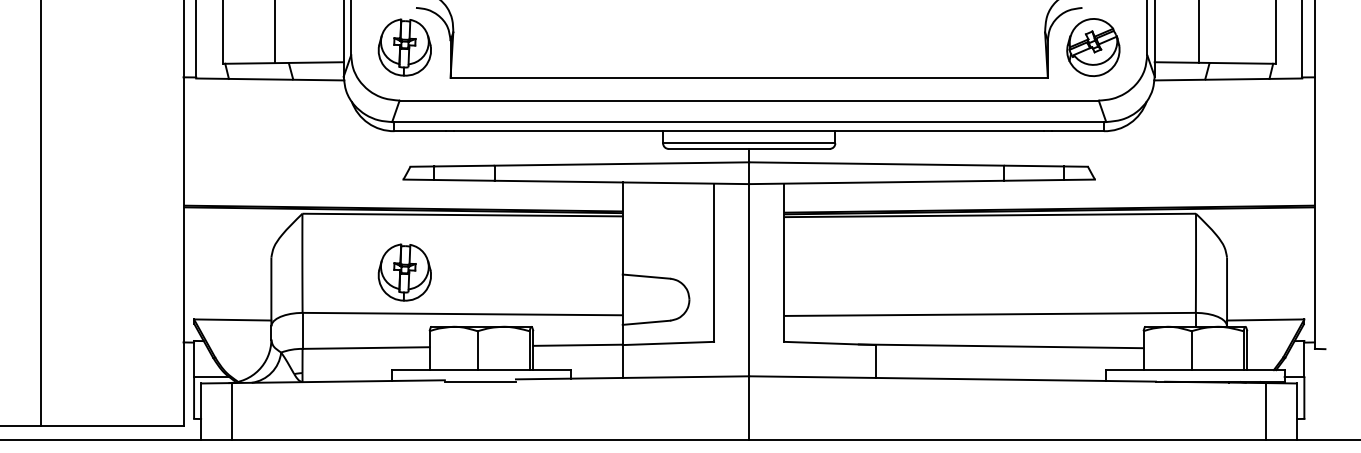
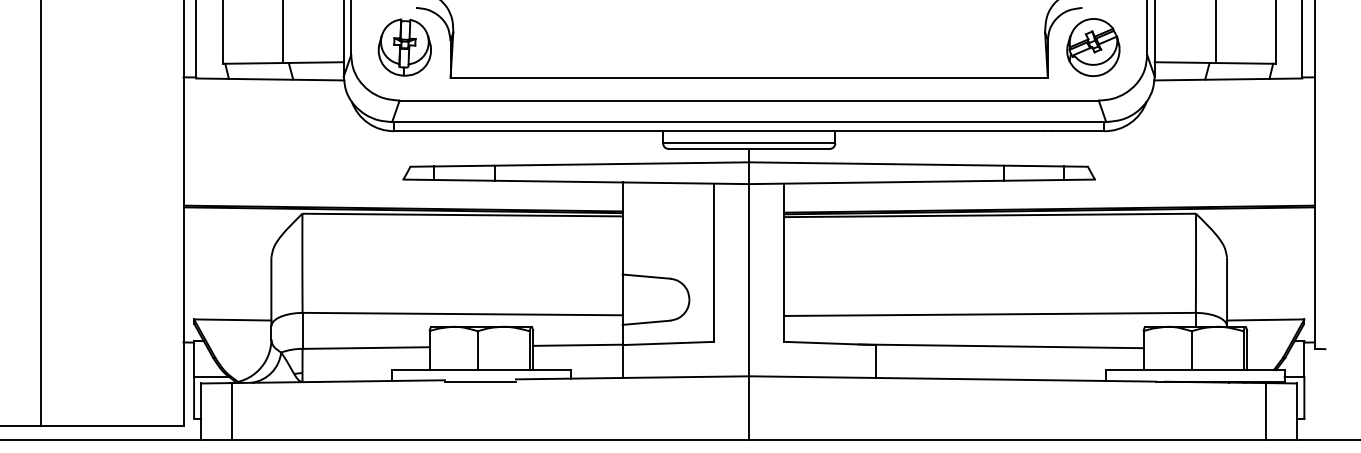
line at (274, 32) position: (274, 32) -> (282, 32)
line at (1198, 32) position: (1198, 32) -> (1215, 32)
part at (404, 272): present -> none
